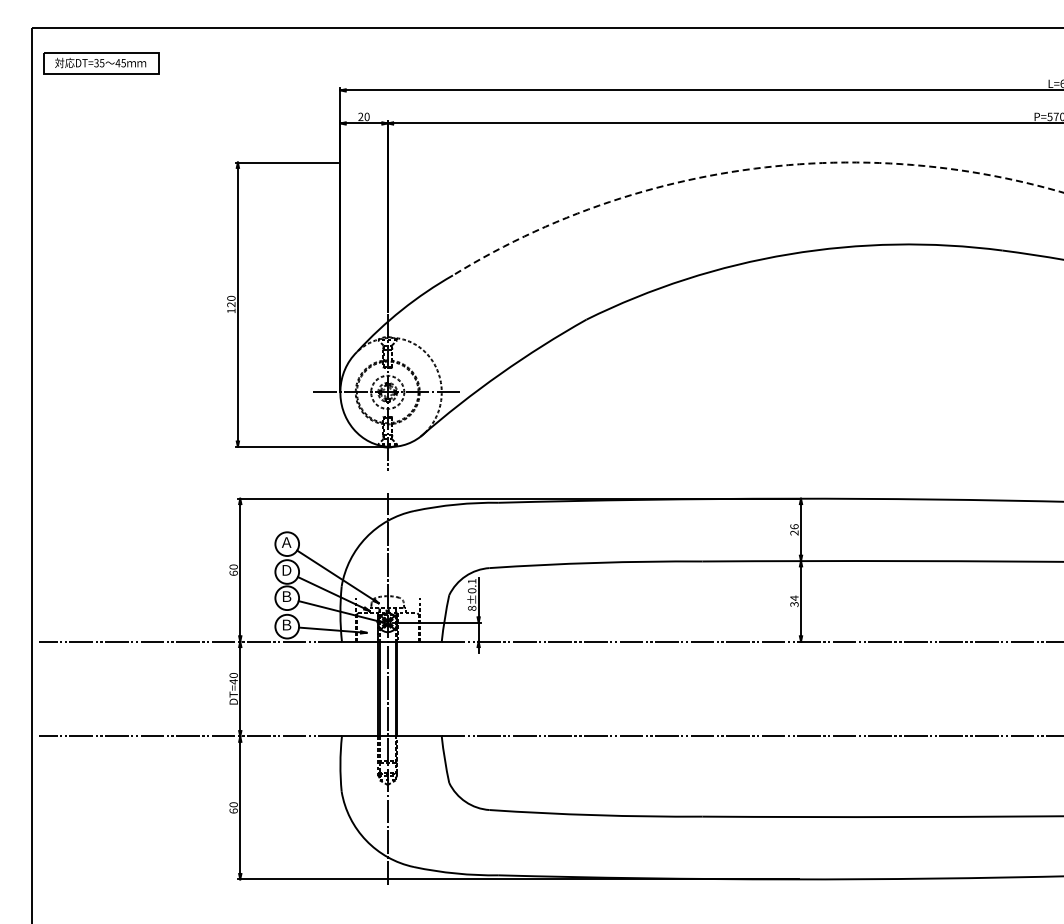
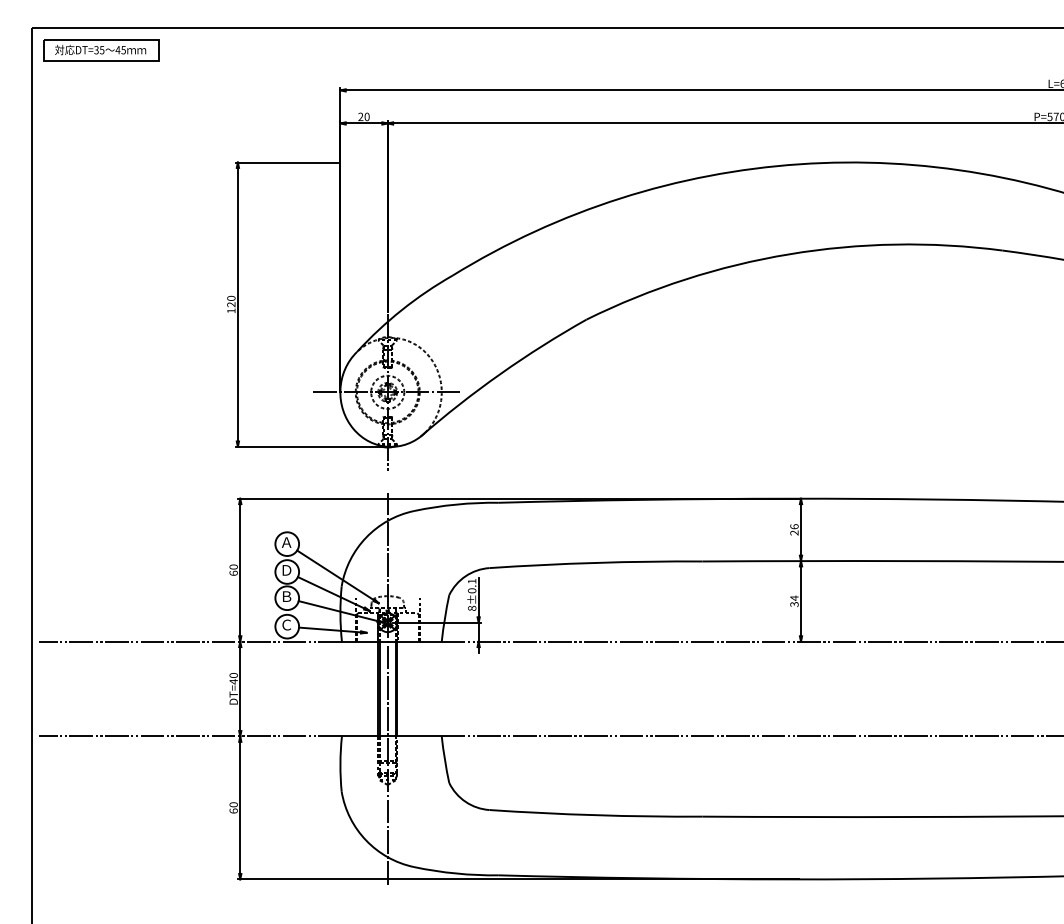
part at (101, 63) position: (101, 63) -> (101, 50)
arc at (748, 169): dashed -> solid
text at (286, 624): Ｂ -> Ｃ
